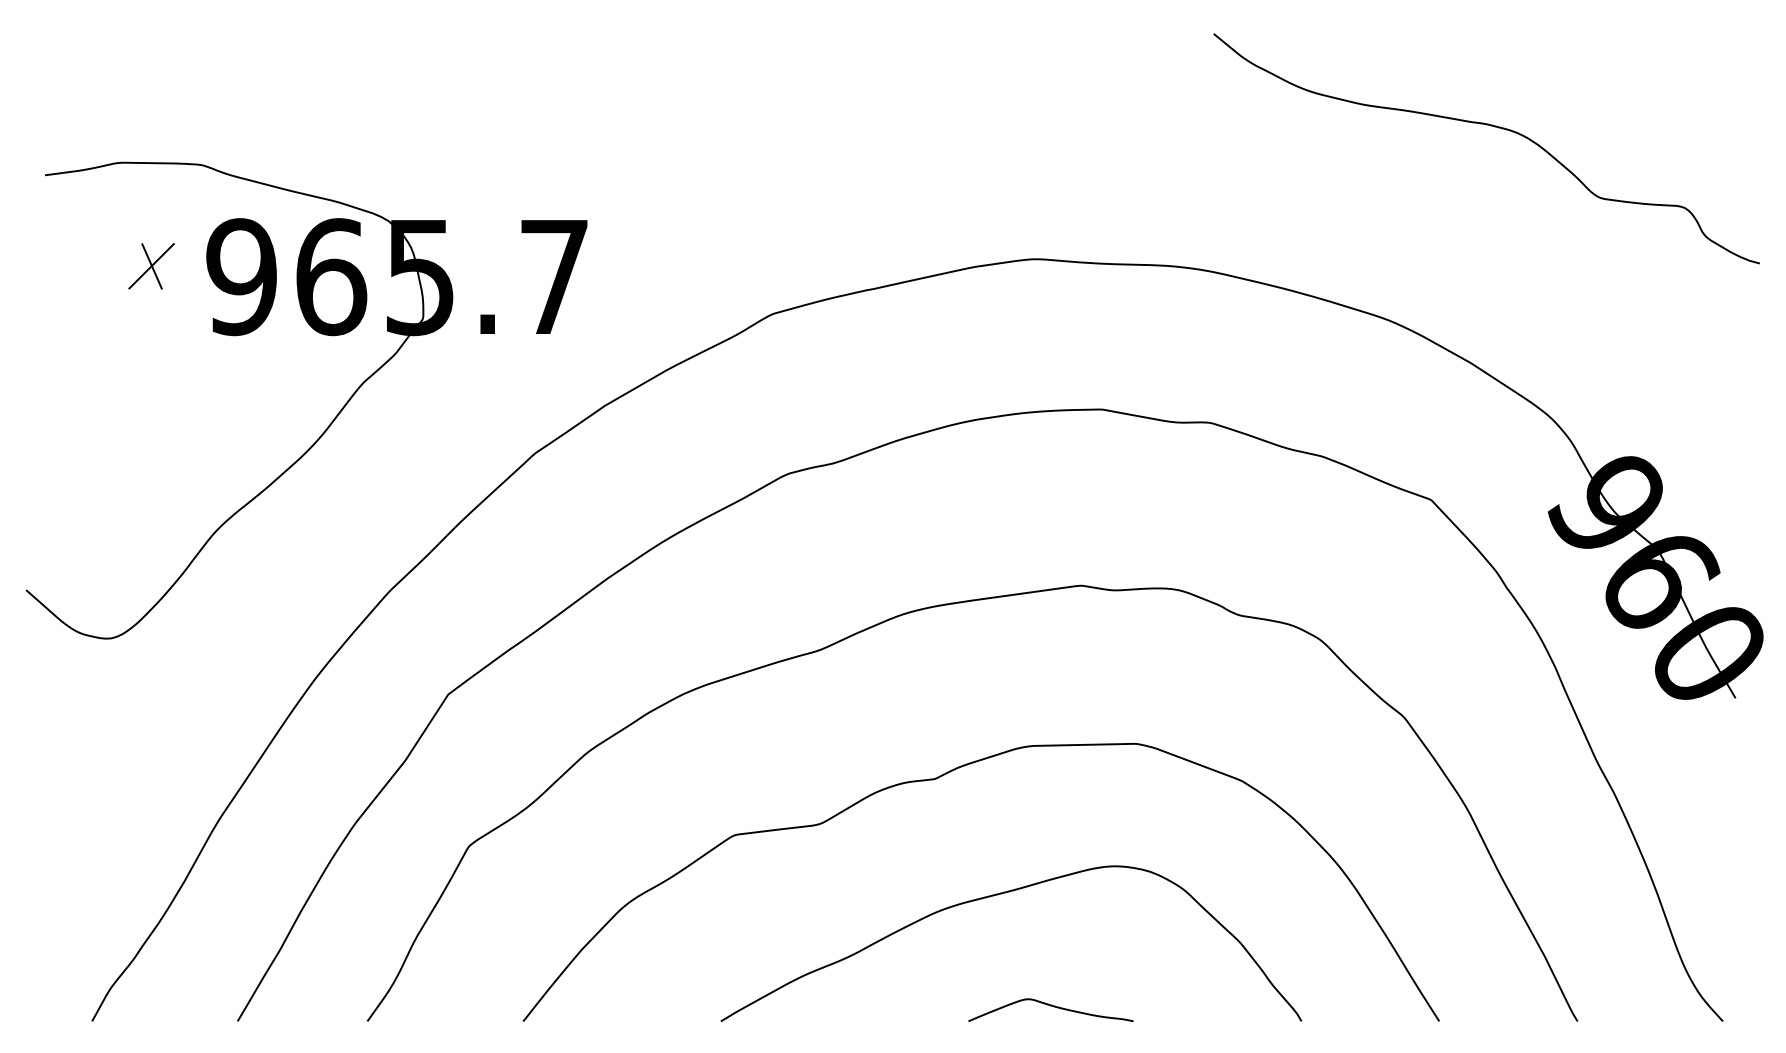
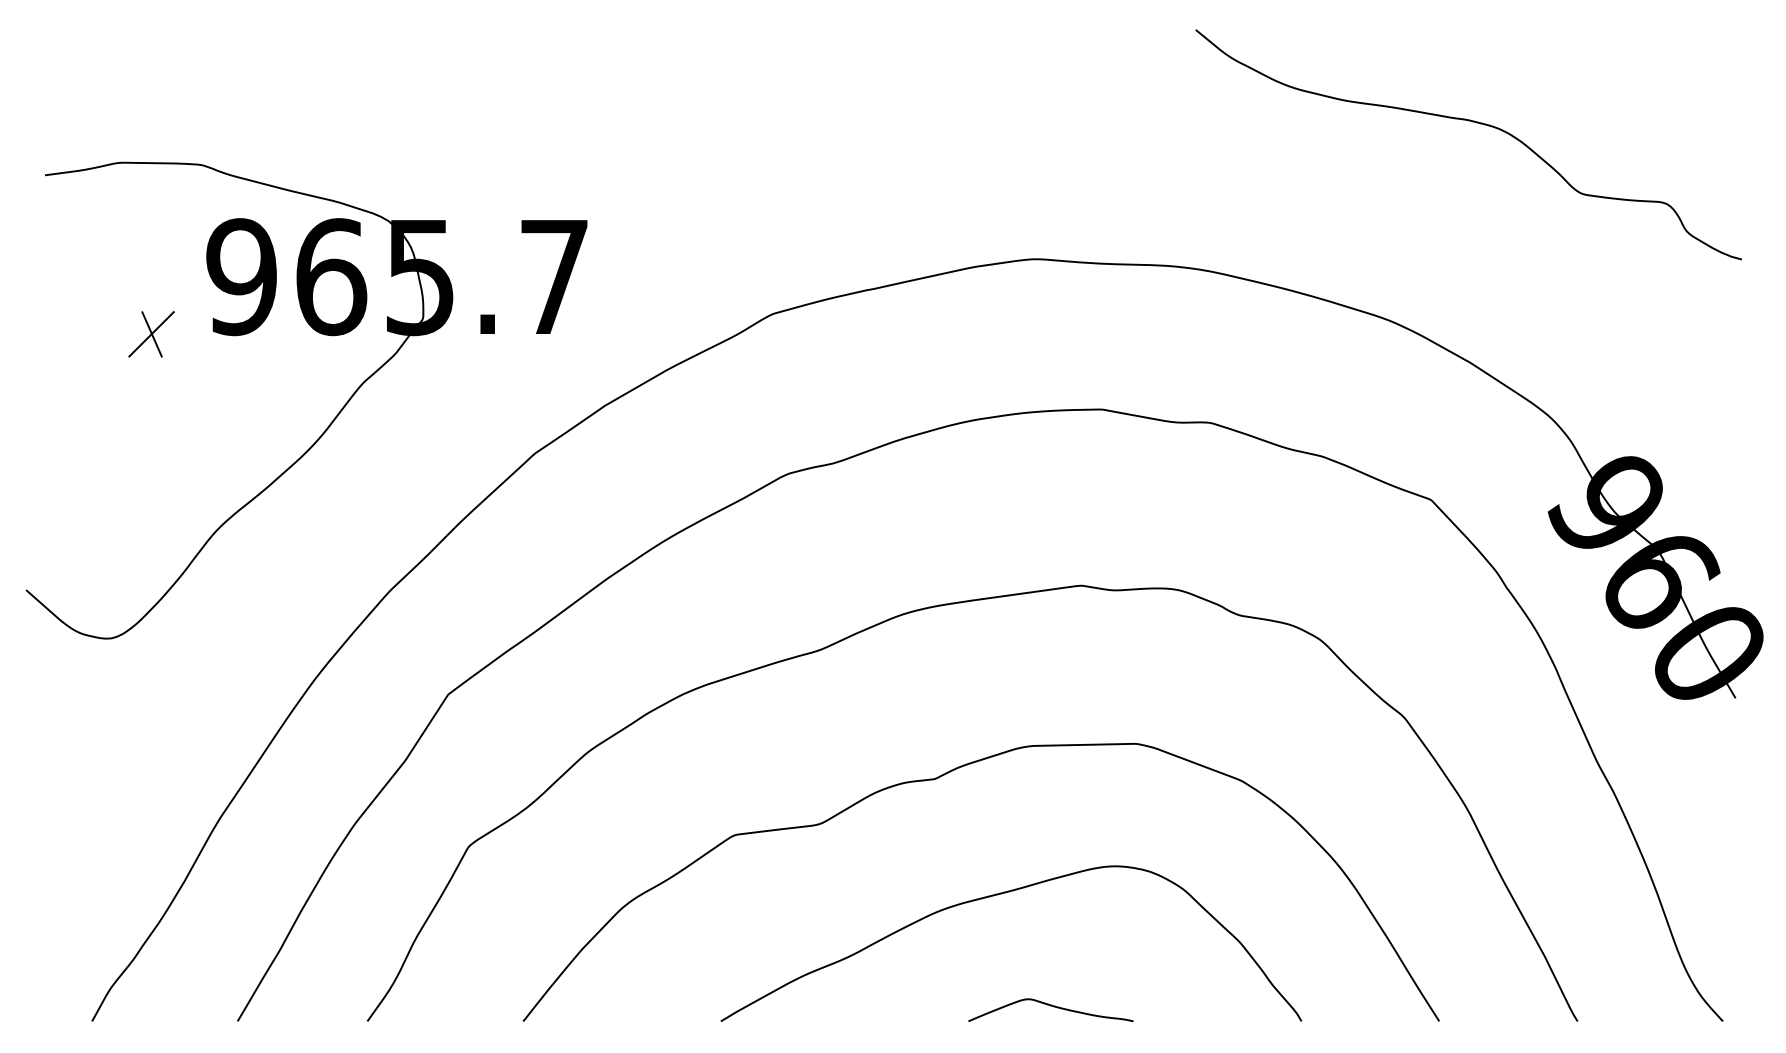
curve at (1490, 126) position: (1490, 126) -> (1472, 122)
part at (151, 266) position: (151, 266) -> (151, 334)
